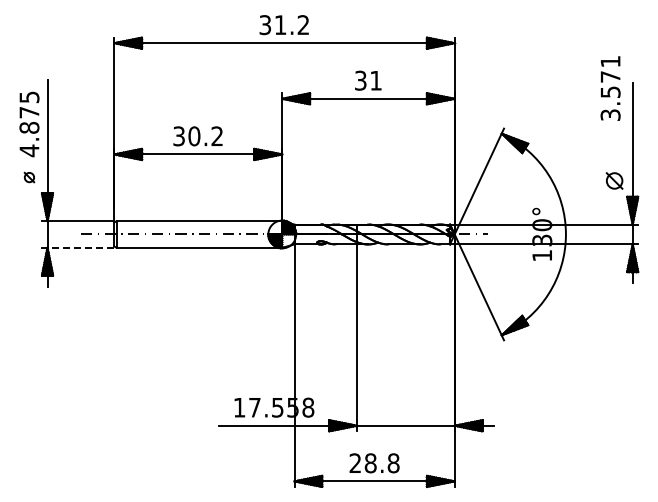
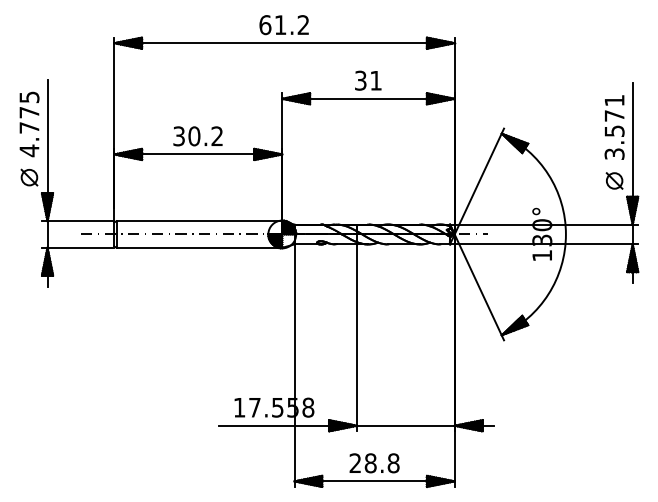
text at (265, 25): 31.2 -> 61.2
text at (610, 88) position: (610, 88) -> (614, 127)
text at (29, 127): 4.875 -> 4.775
part at (29, 177) size: 13x13 px -> 19x19 px
line at (80, 247): dashed -> solid
